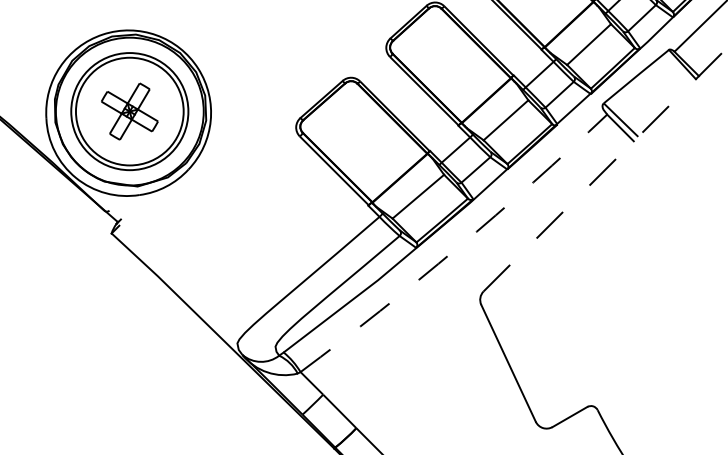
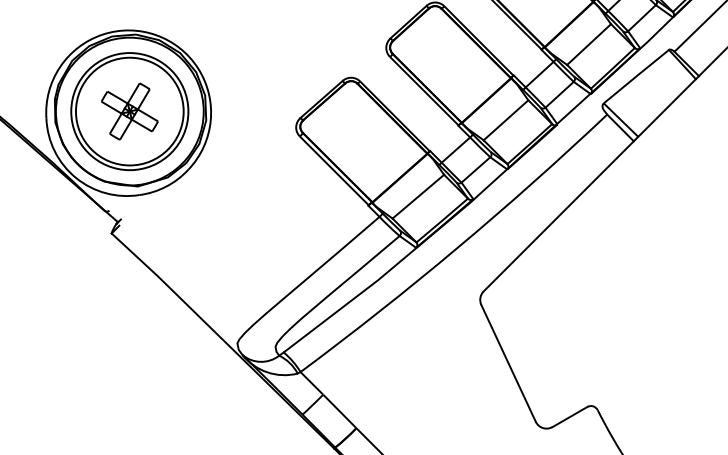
line at (605, 169): dashed -> solid
arc at (457, 247): dashed -> solid
